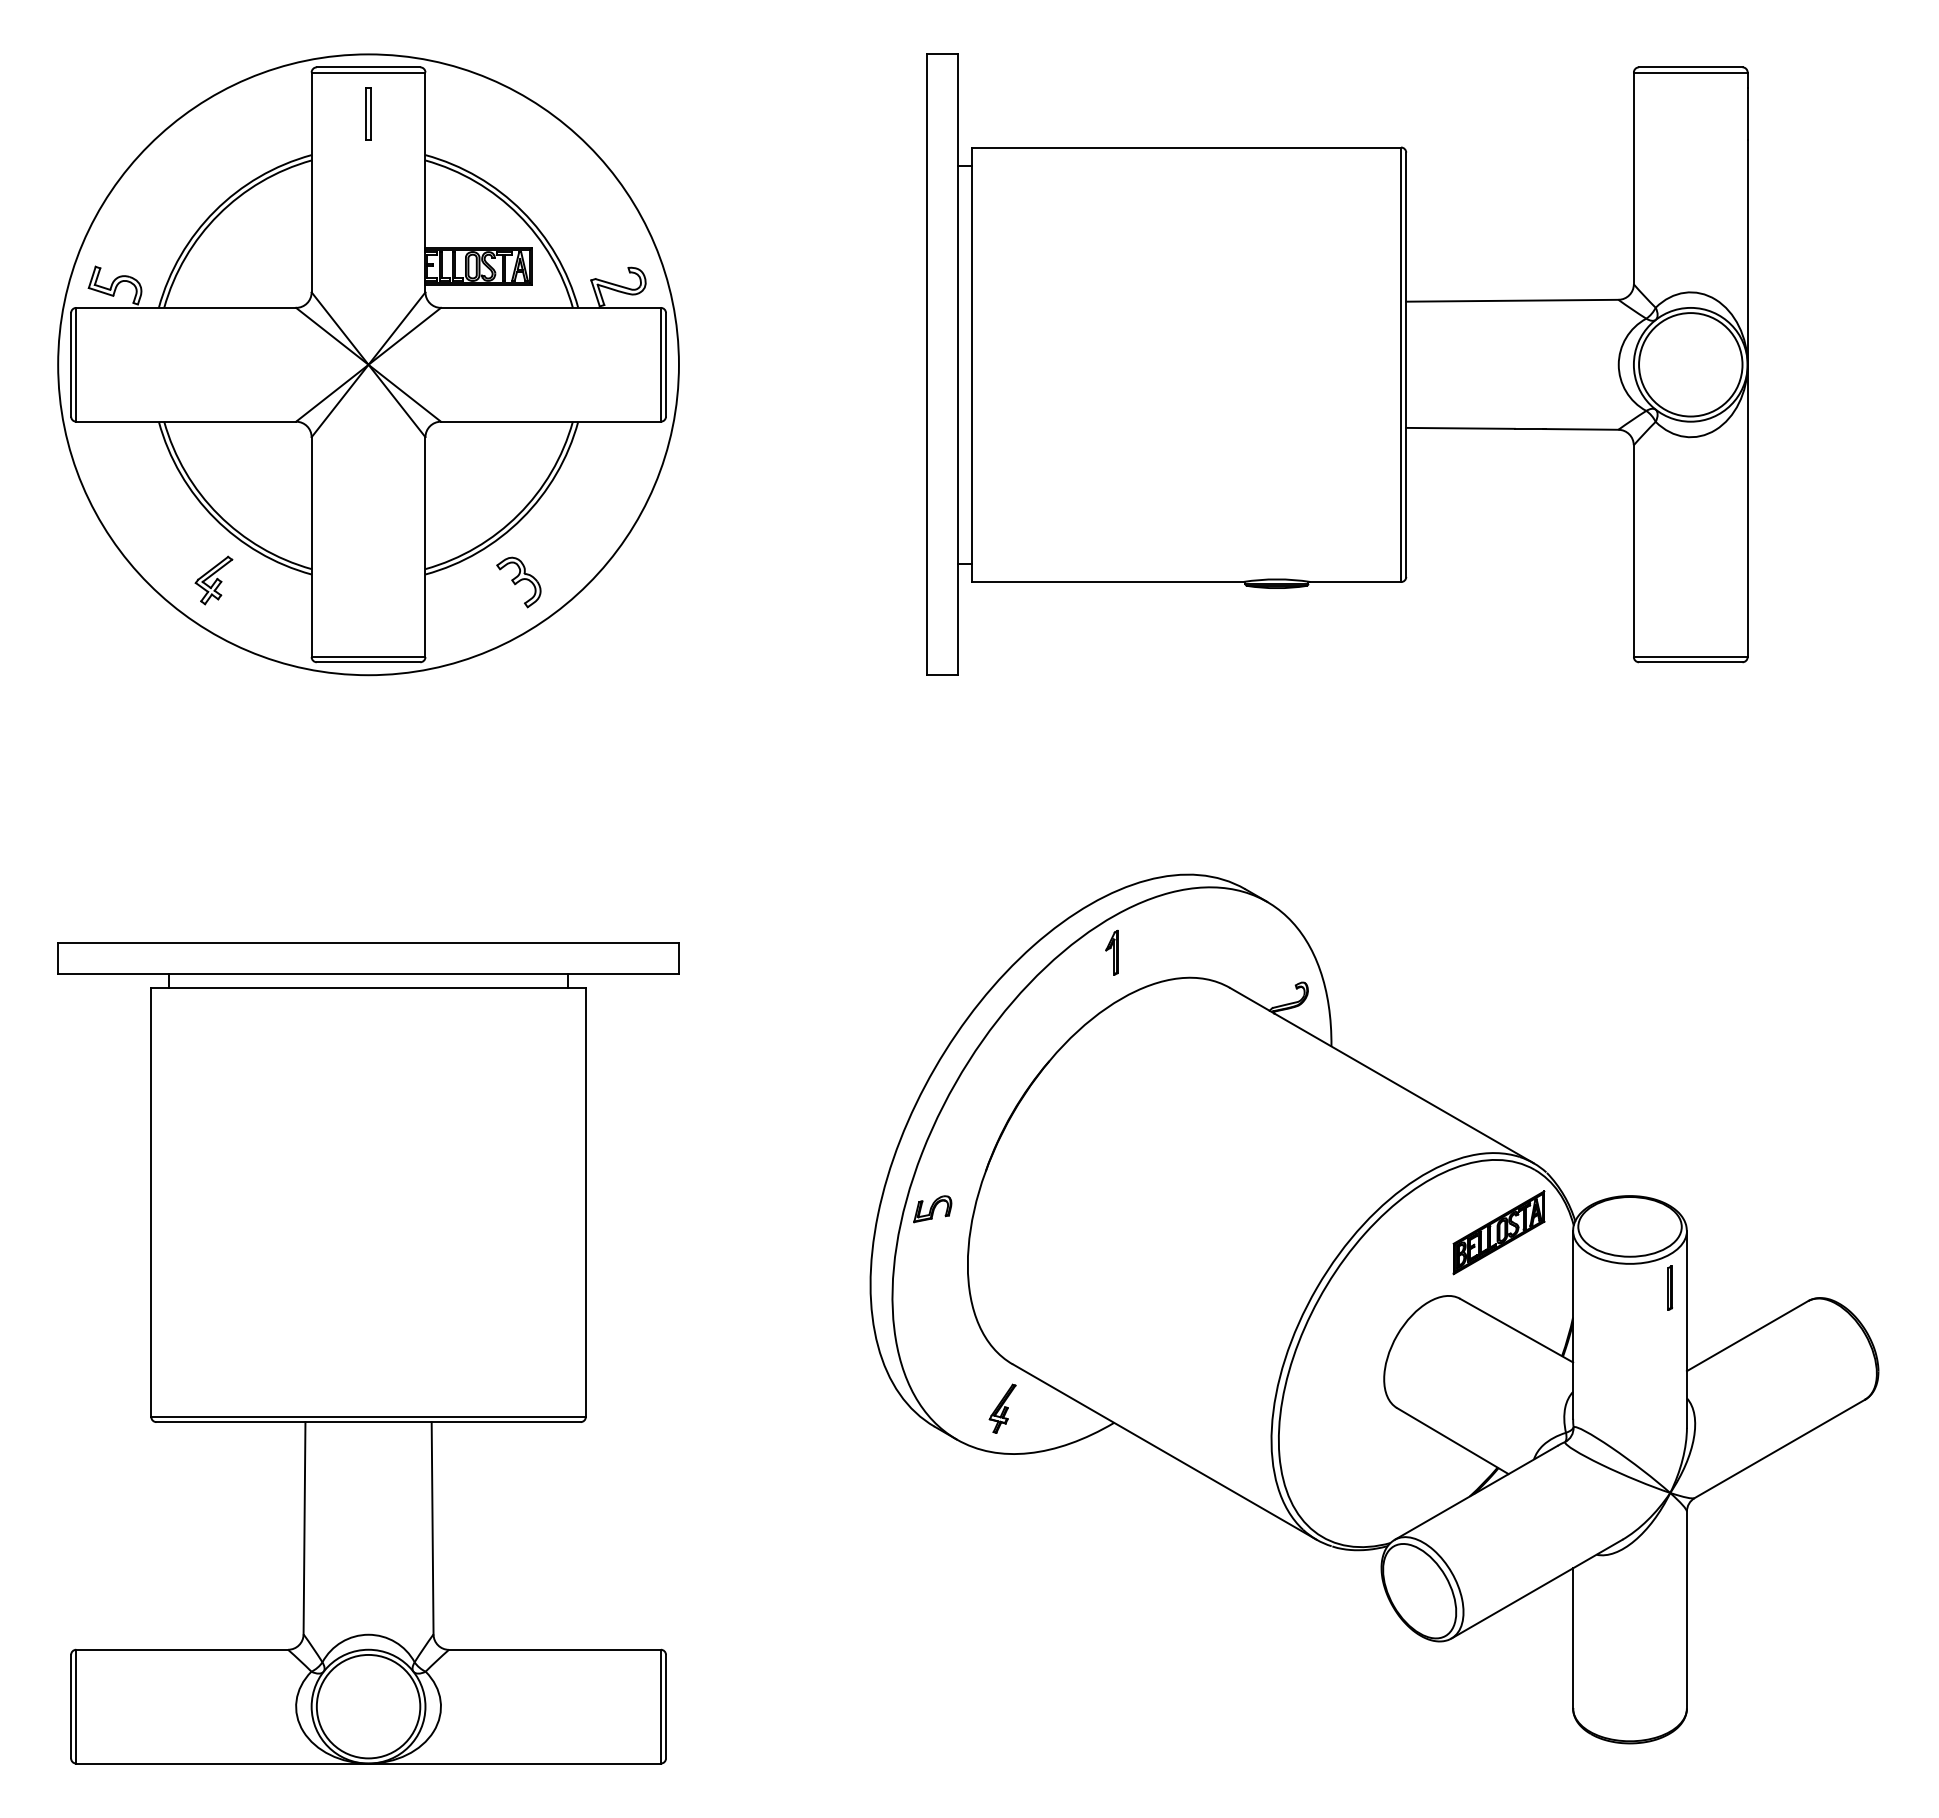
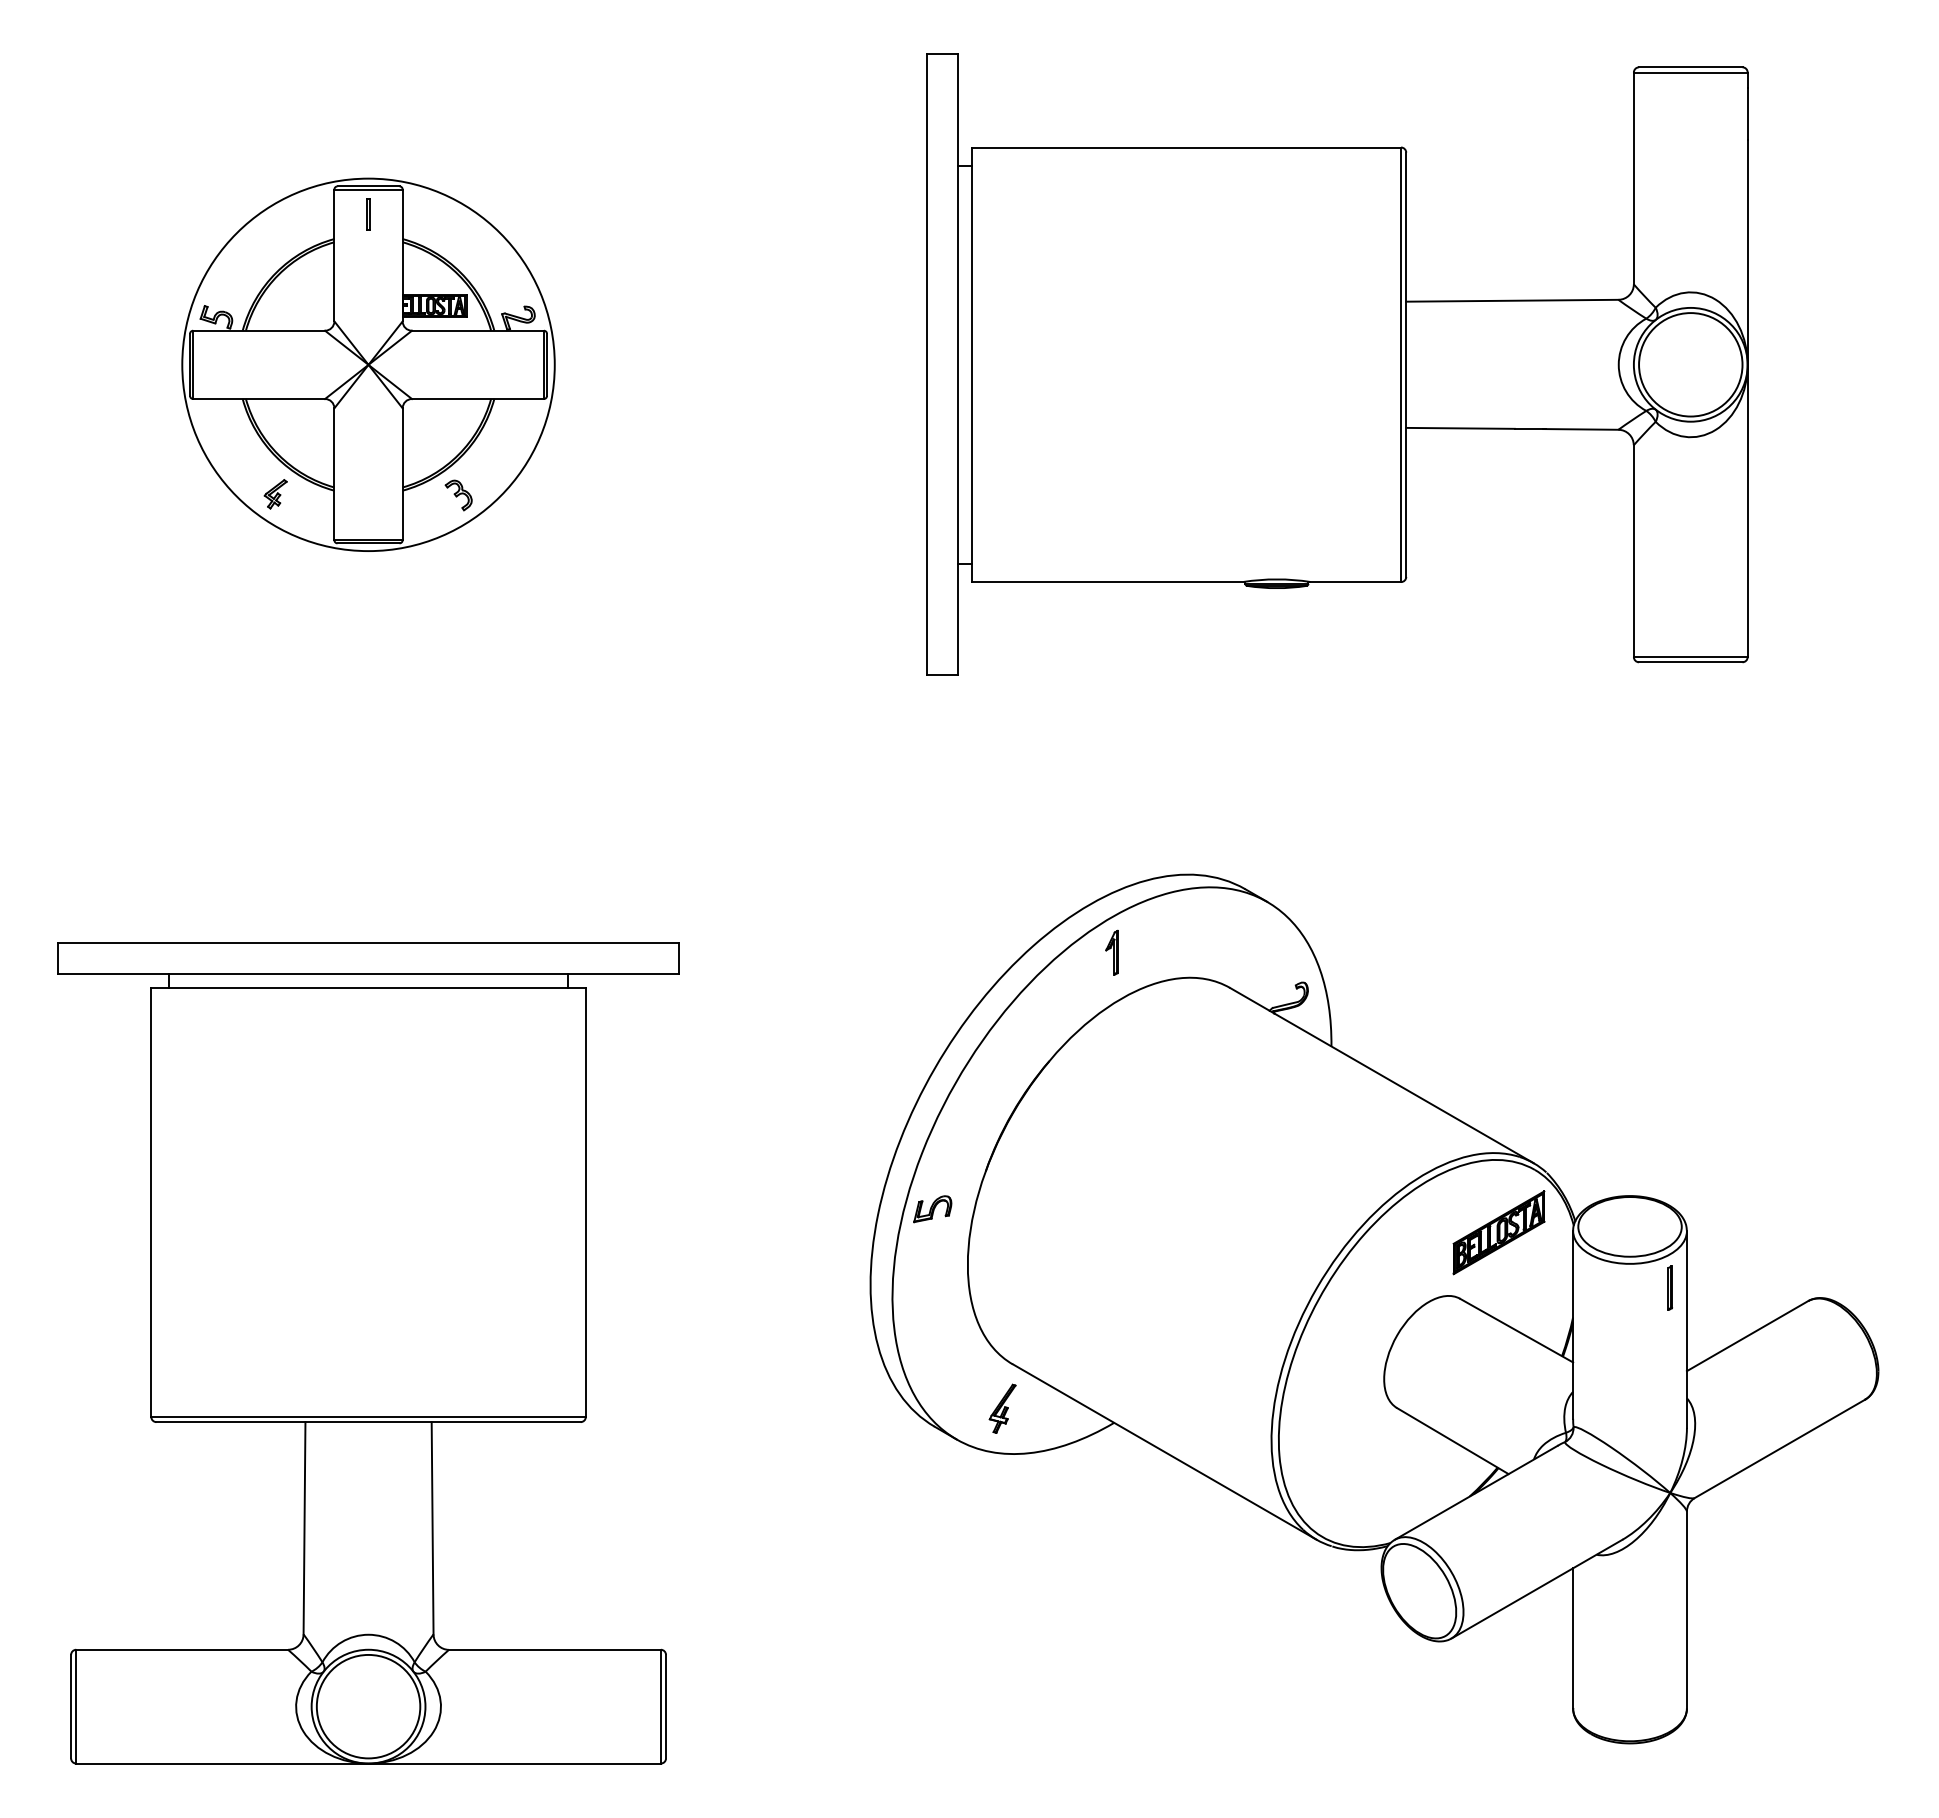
part at (368, 364) size: 623x624 px -> 375x375 px
